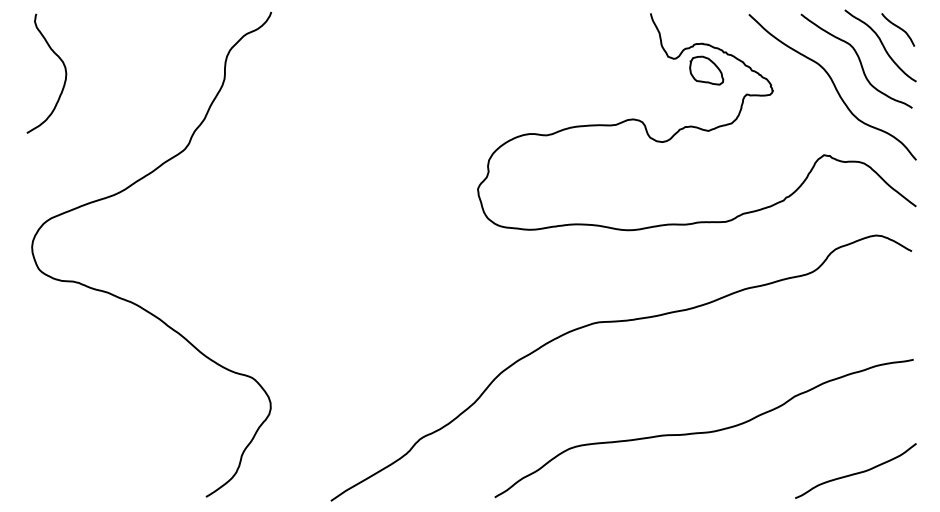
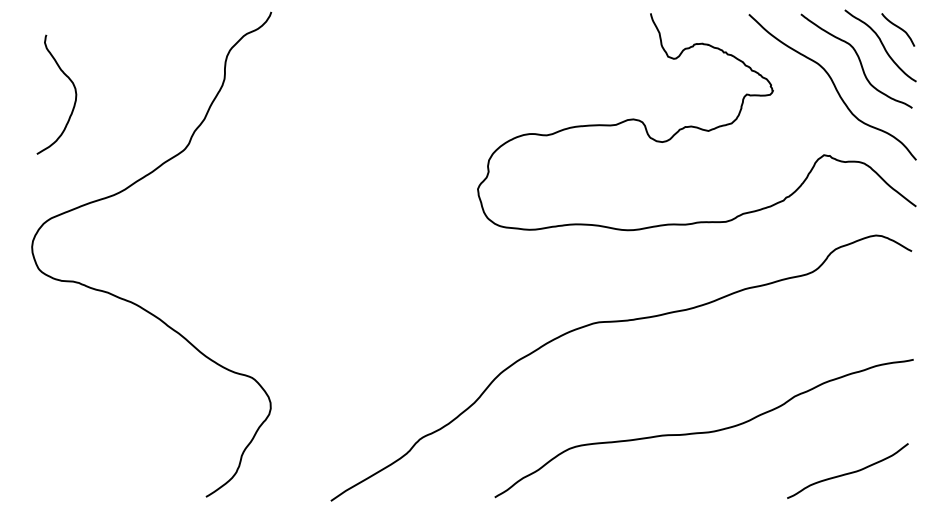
curve at (63, 66) position: (63, 66) -> (73, 87)
part at (706, 70): present -> none
curve at (856, 472) position: (856, 472) -> (848, 472)
